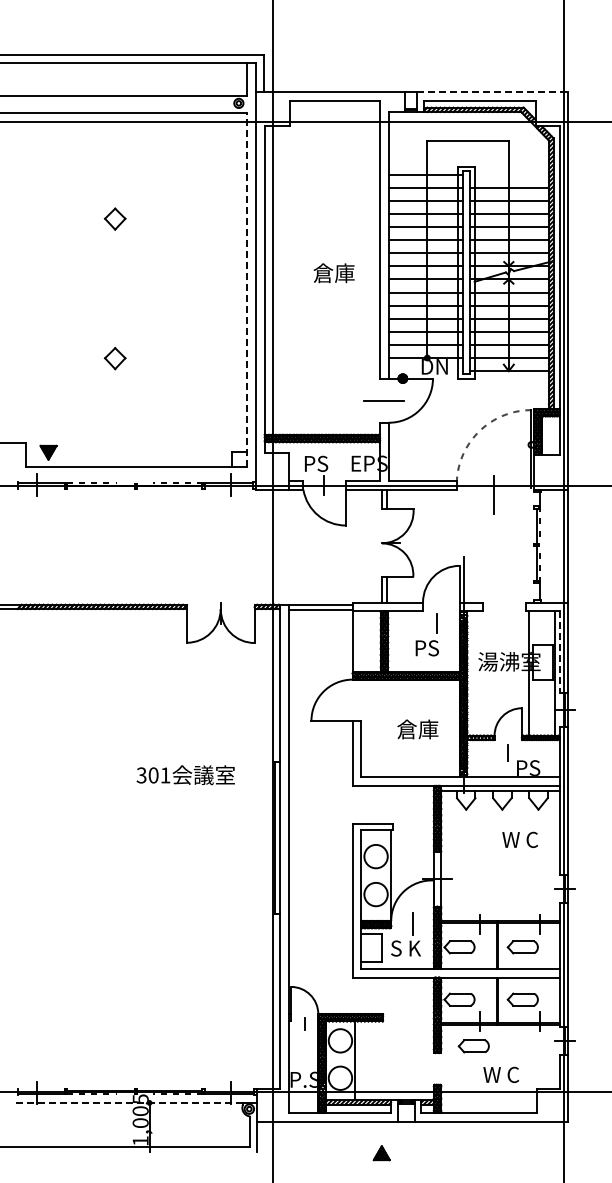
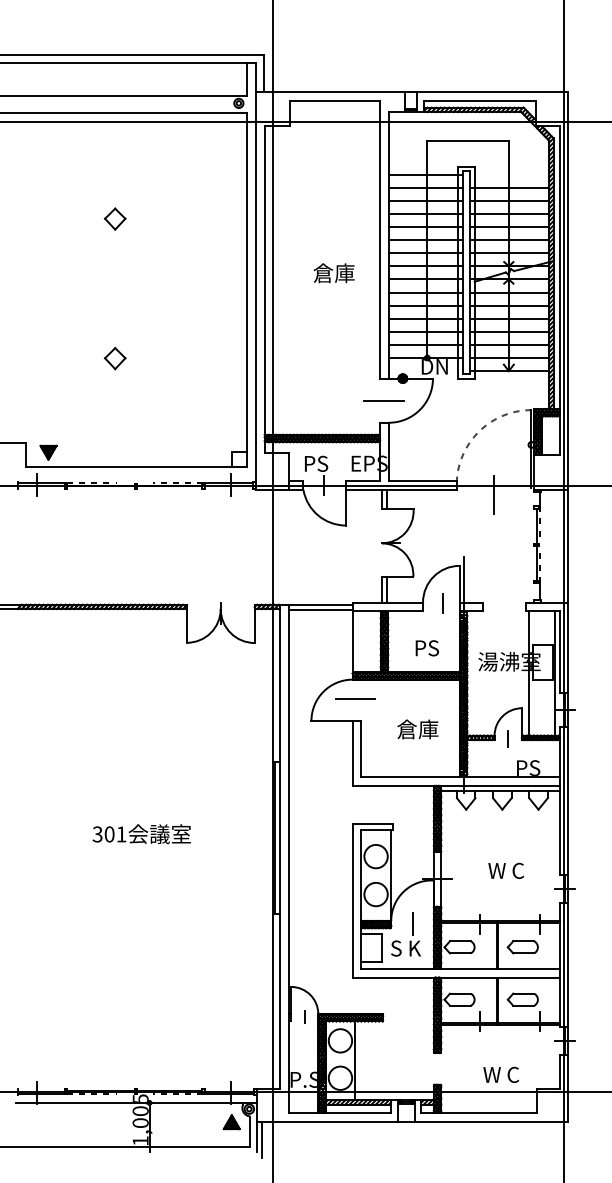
line at (492, 92): dashed -> solid
line at (246, 289): dashed -> solid
line at (436, 623) position: (436, 623) -> (442, 603)
line at (559, 652): dashed -> solid
line at (355, 699): none -> present
line at (507, 752) position: (507, 752) -> (507, 738)
text at (185, 775) position: (185, 775) -> (141, 834)
text at (519, 839) position: (519, 839) -> (505, 870)
line at (304, 1023) position: (304, 1023) -> (304, 1016)
part at (473, 1046): present -> none
line at (129, 1102): dashed -> solid
line at (261, 1139): none -> present
part at (381, 1153) position: (381, 1153) -> (231, 1122)
